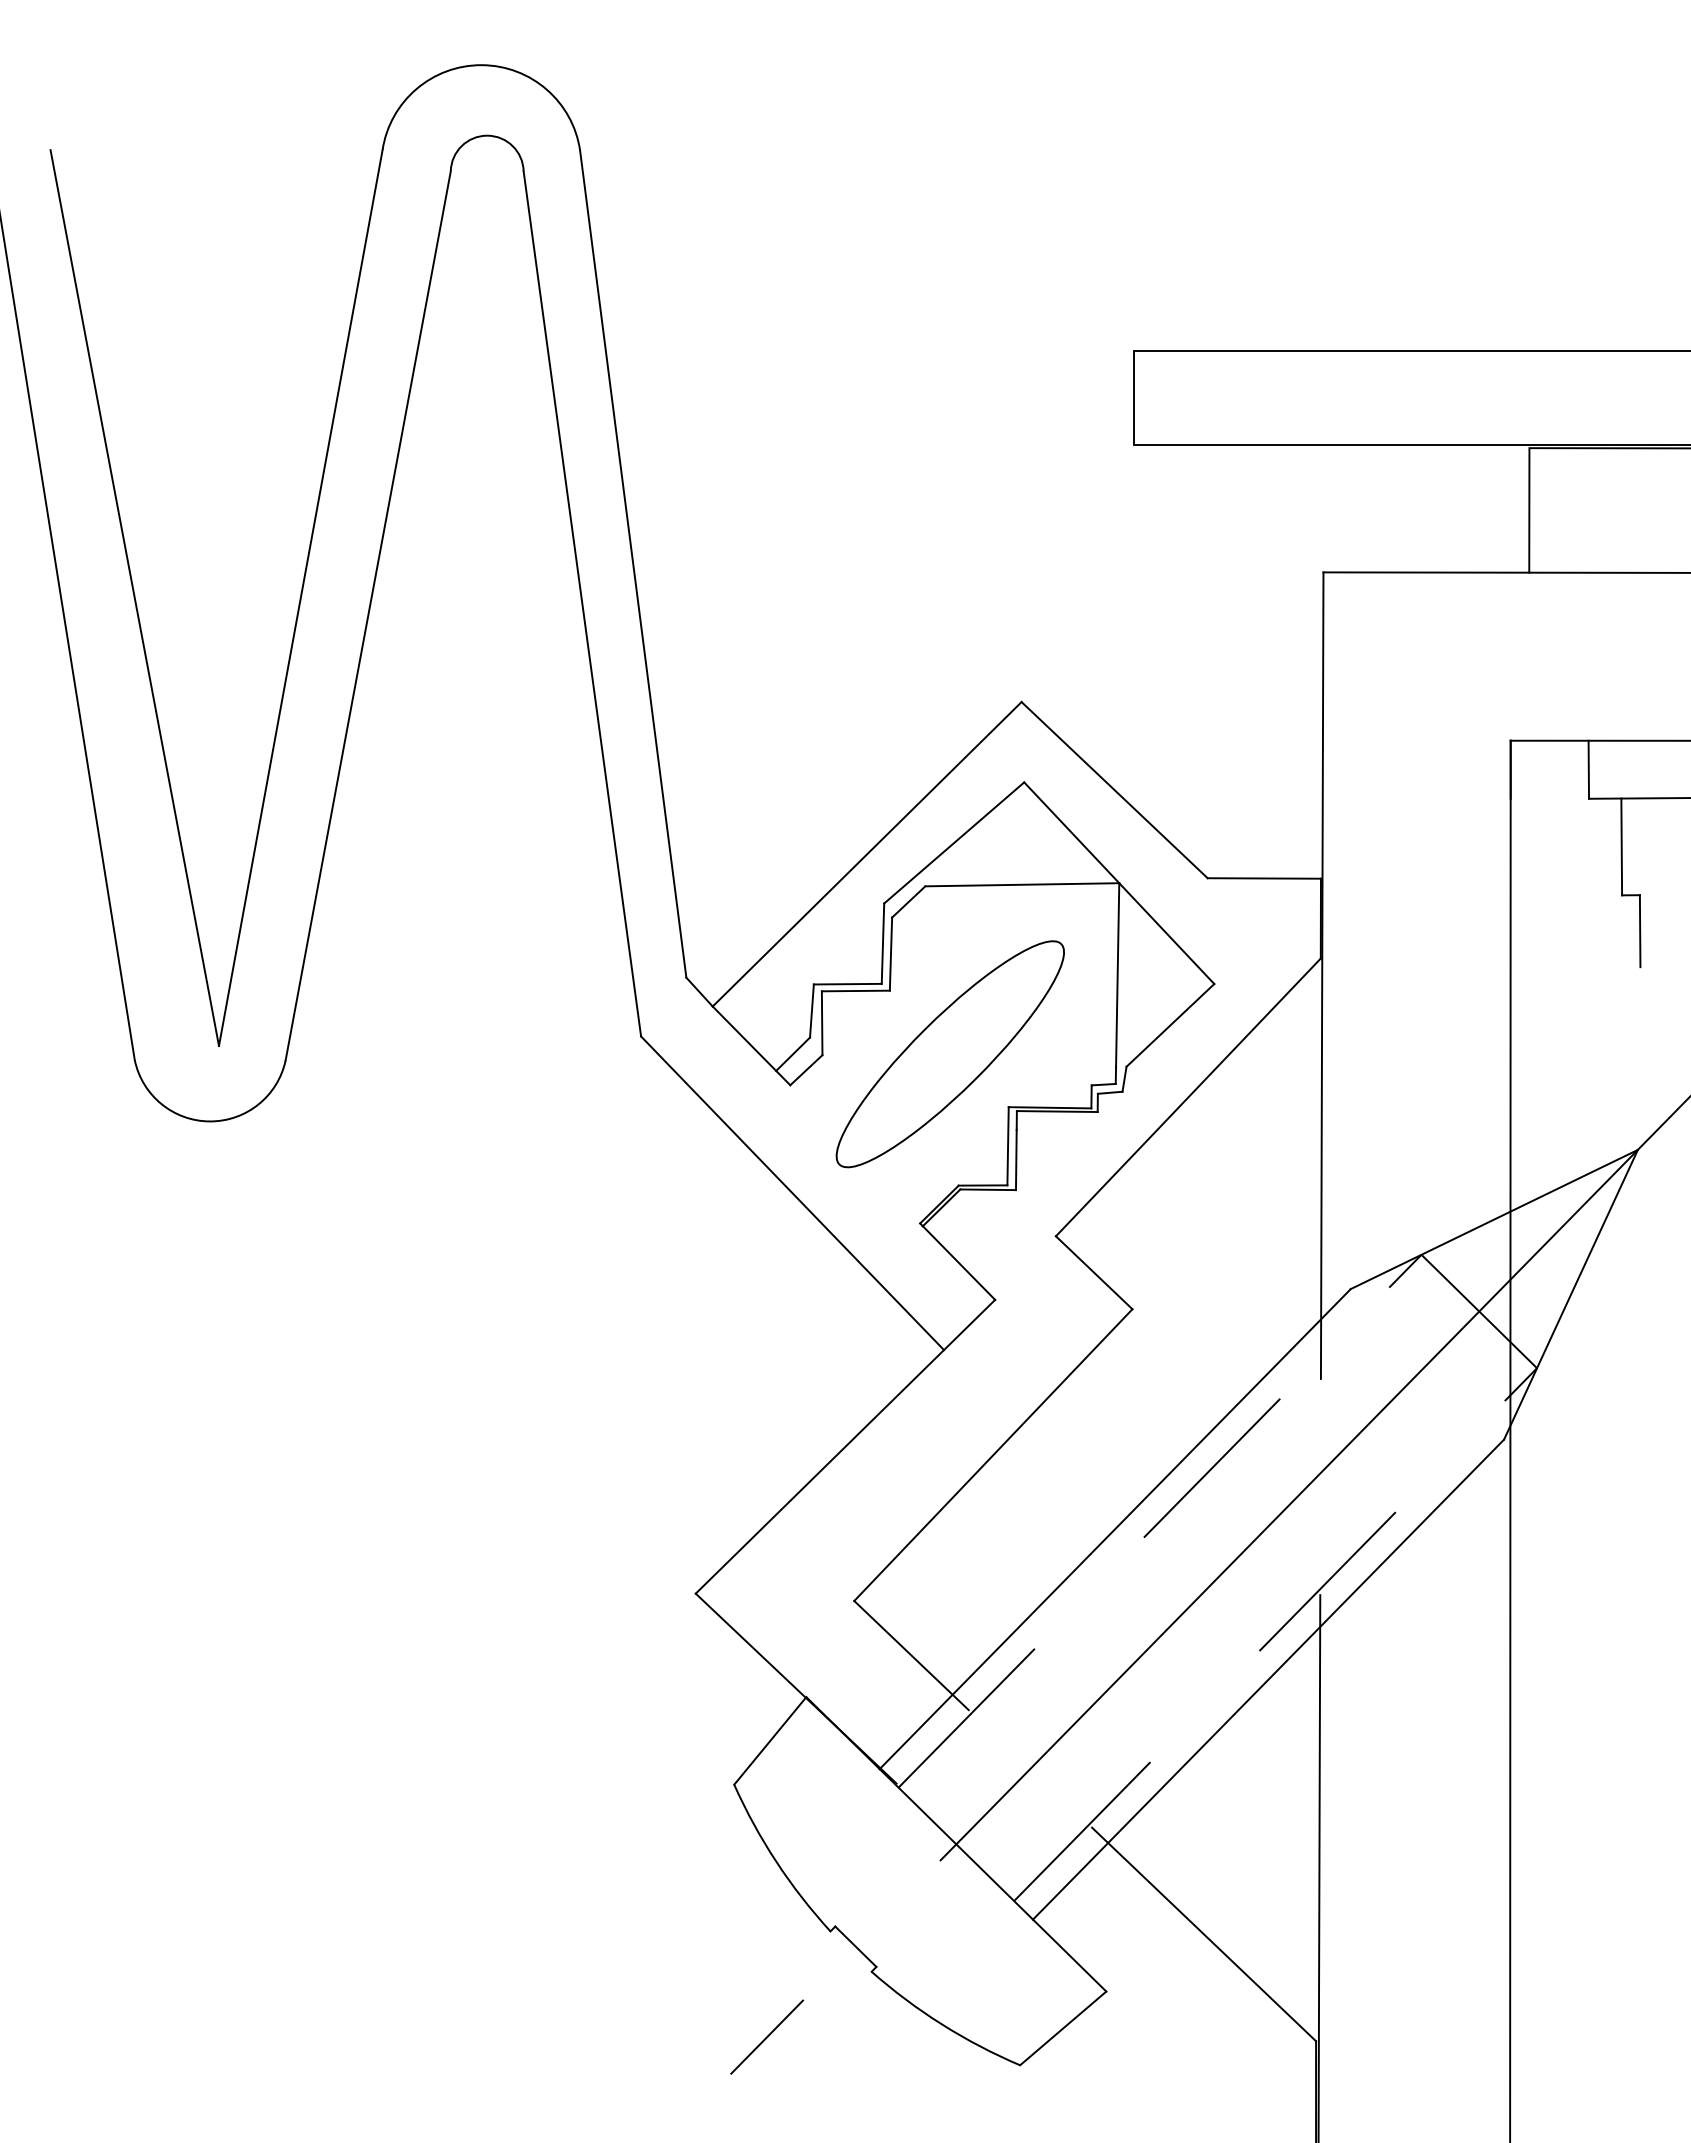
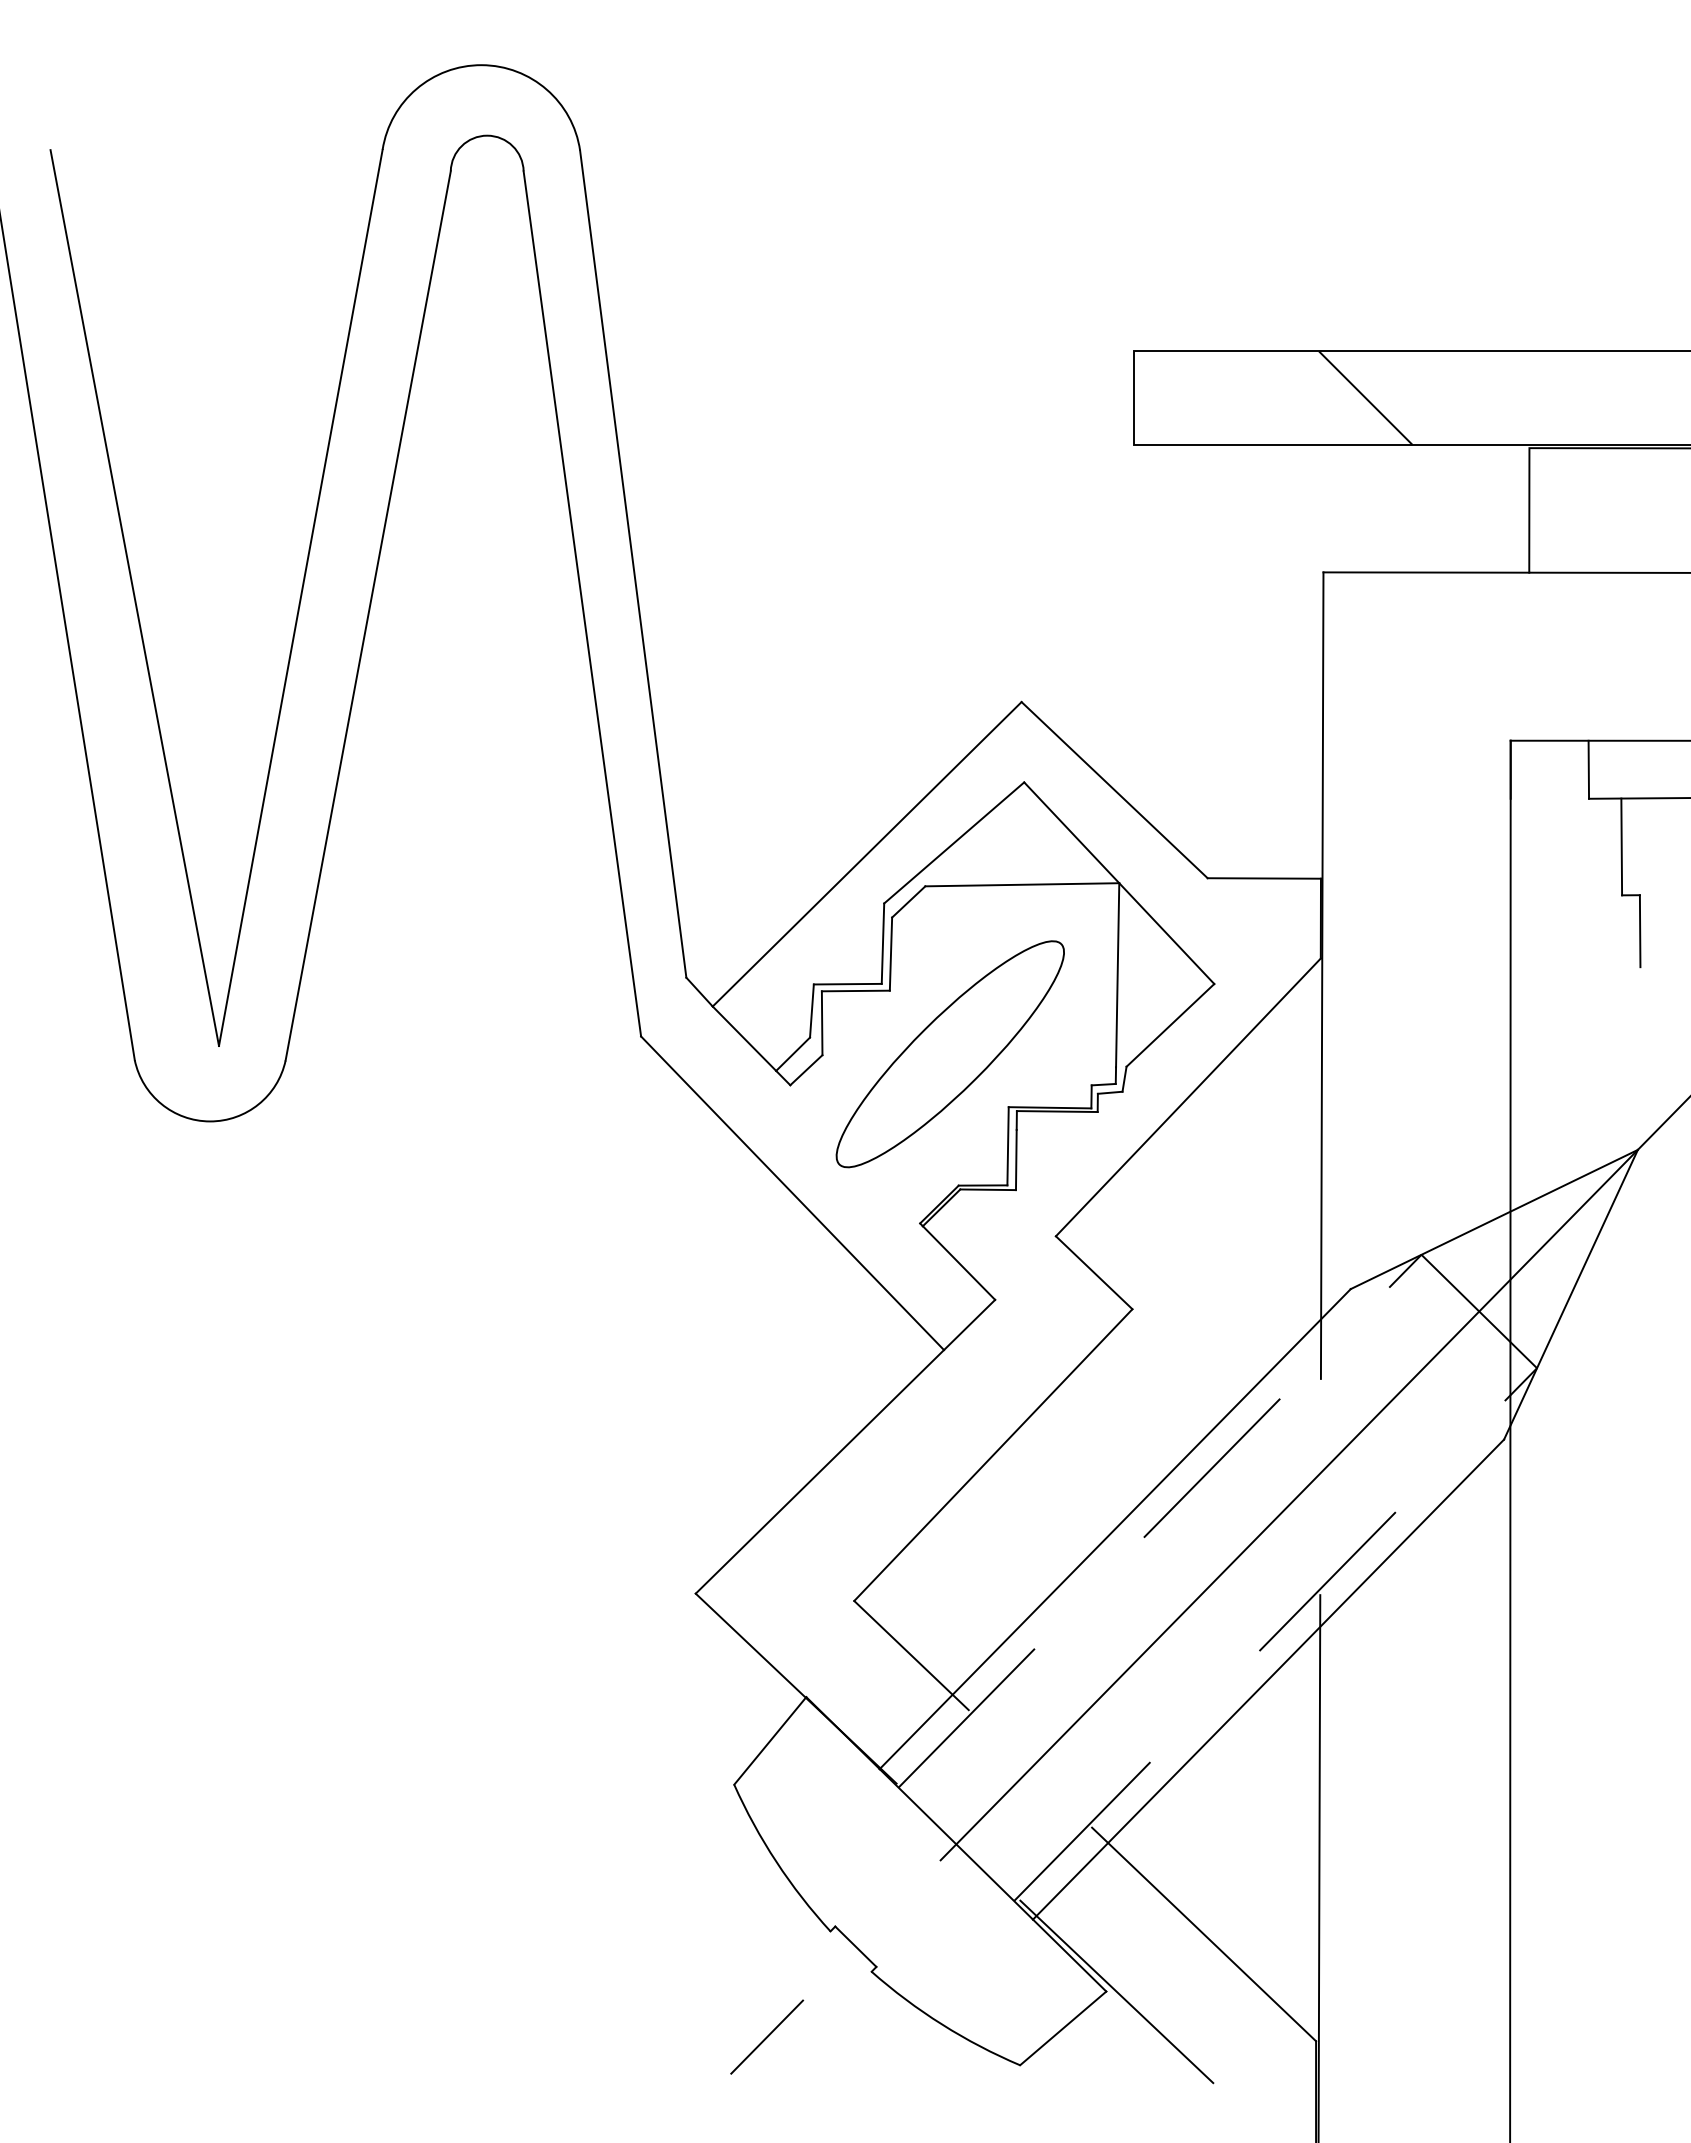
hatch at (1365, 397): none -> present
line at (1116, 1991): none -> present
